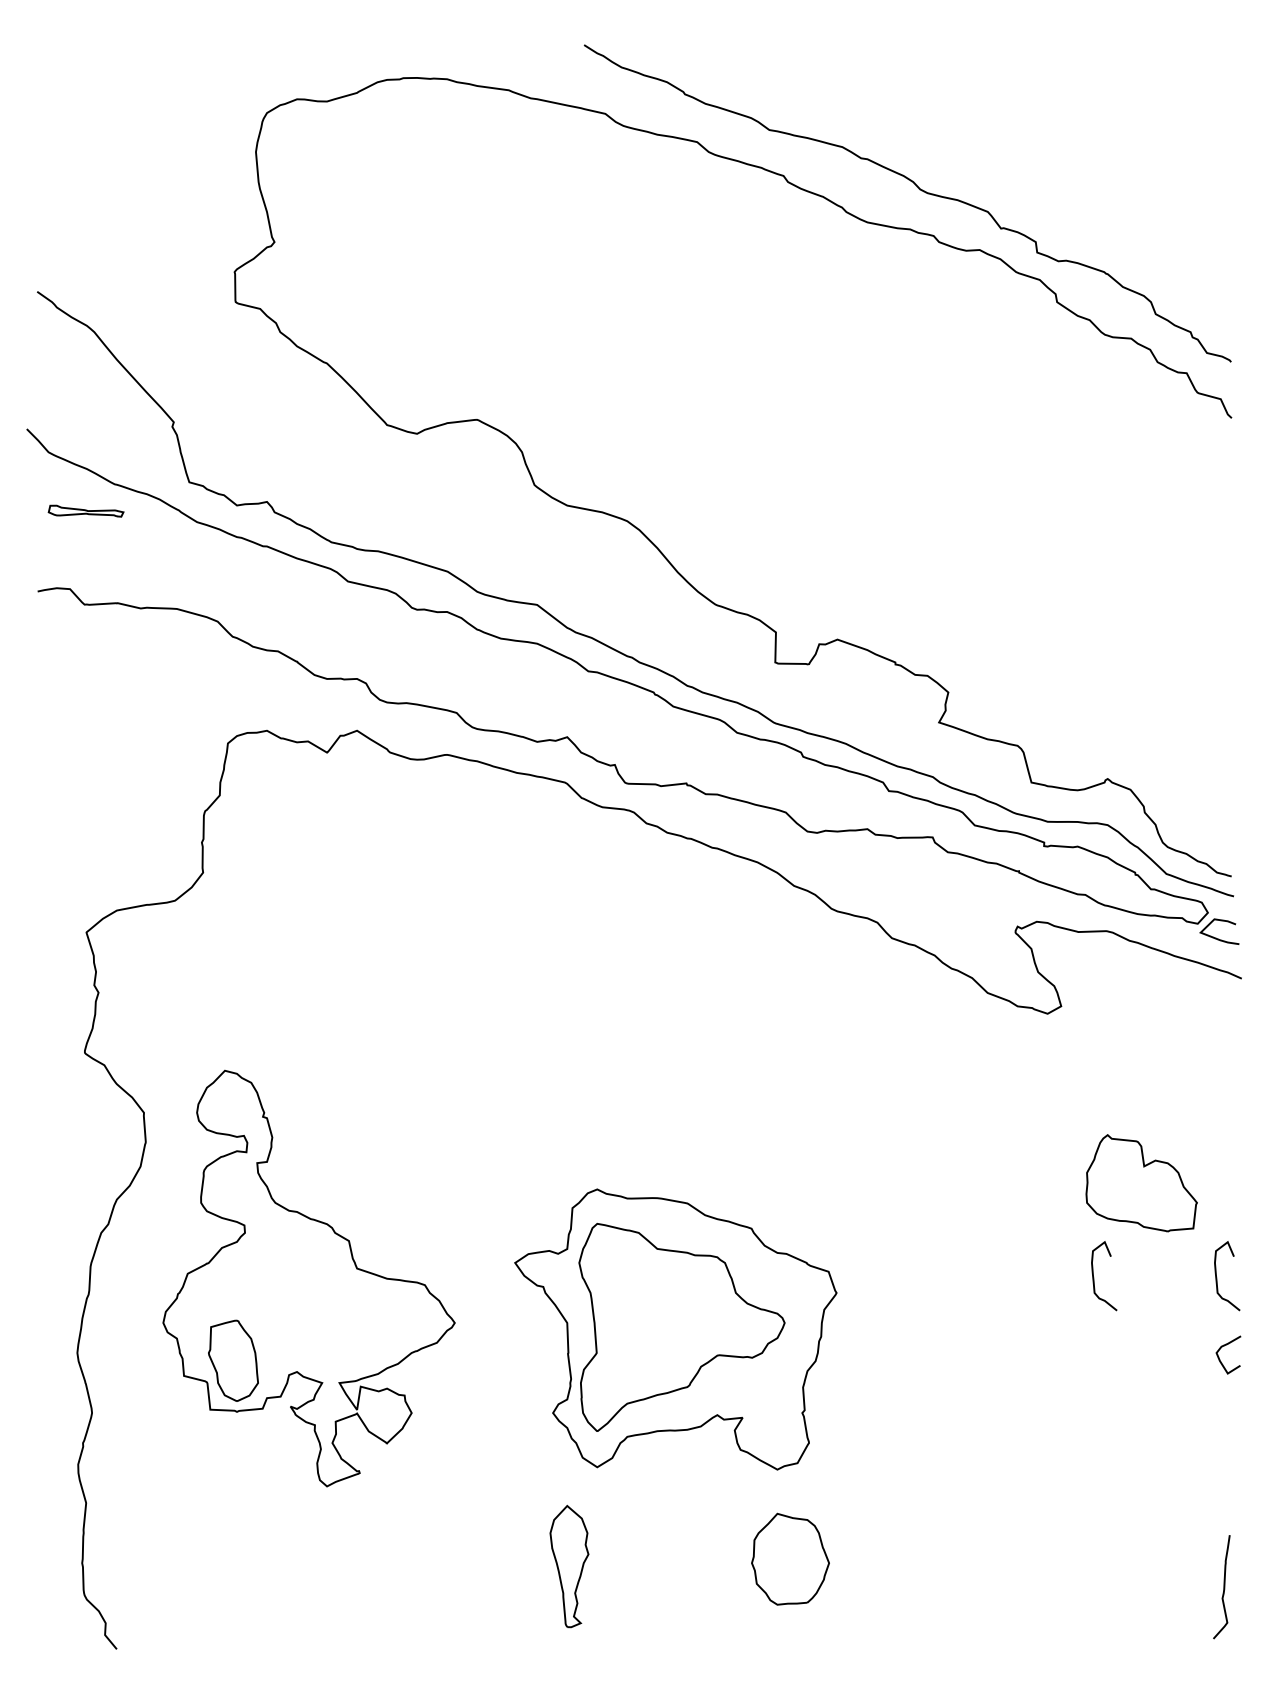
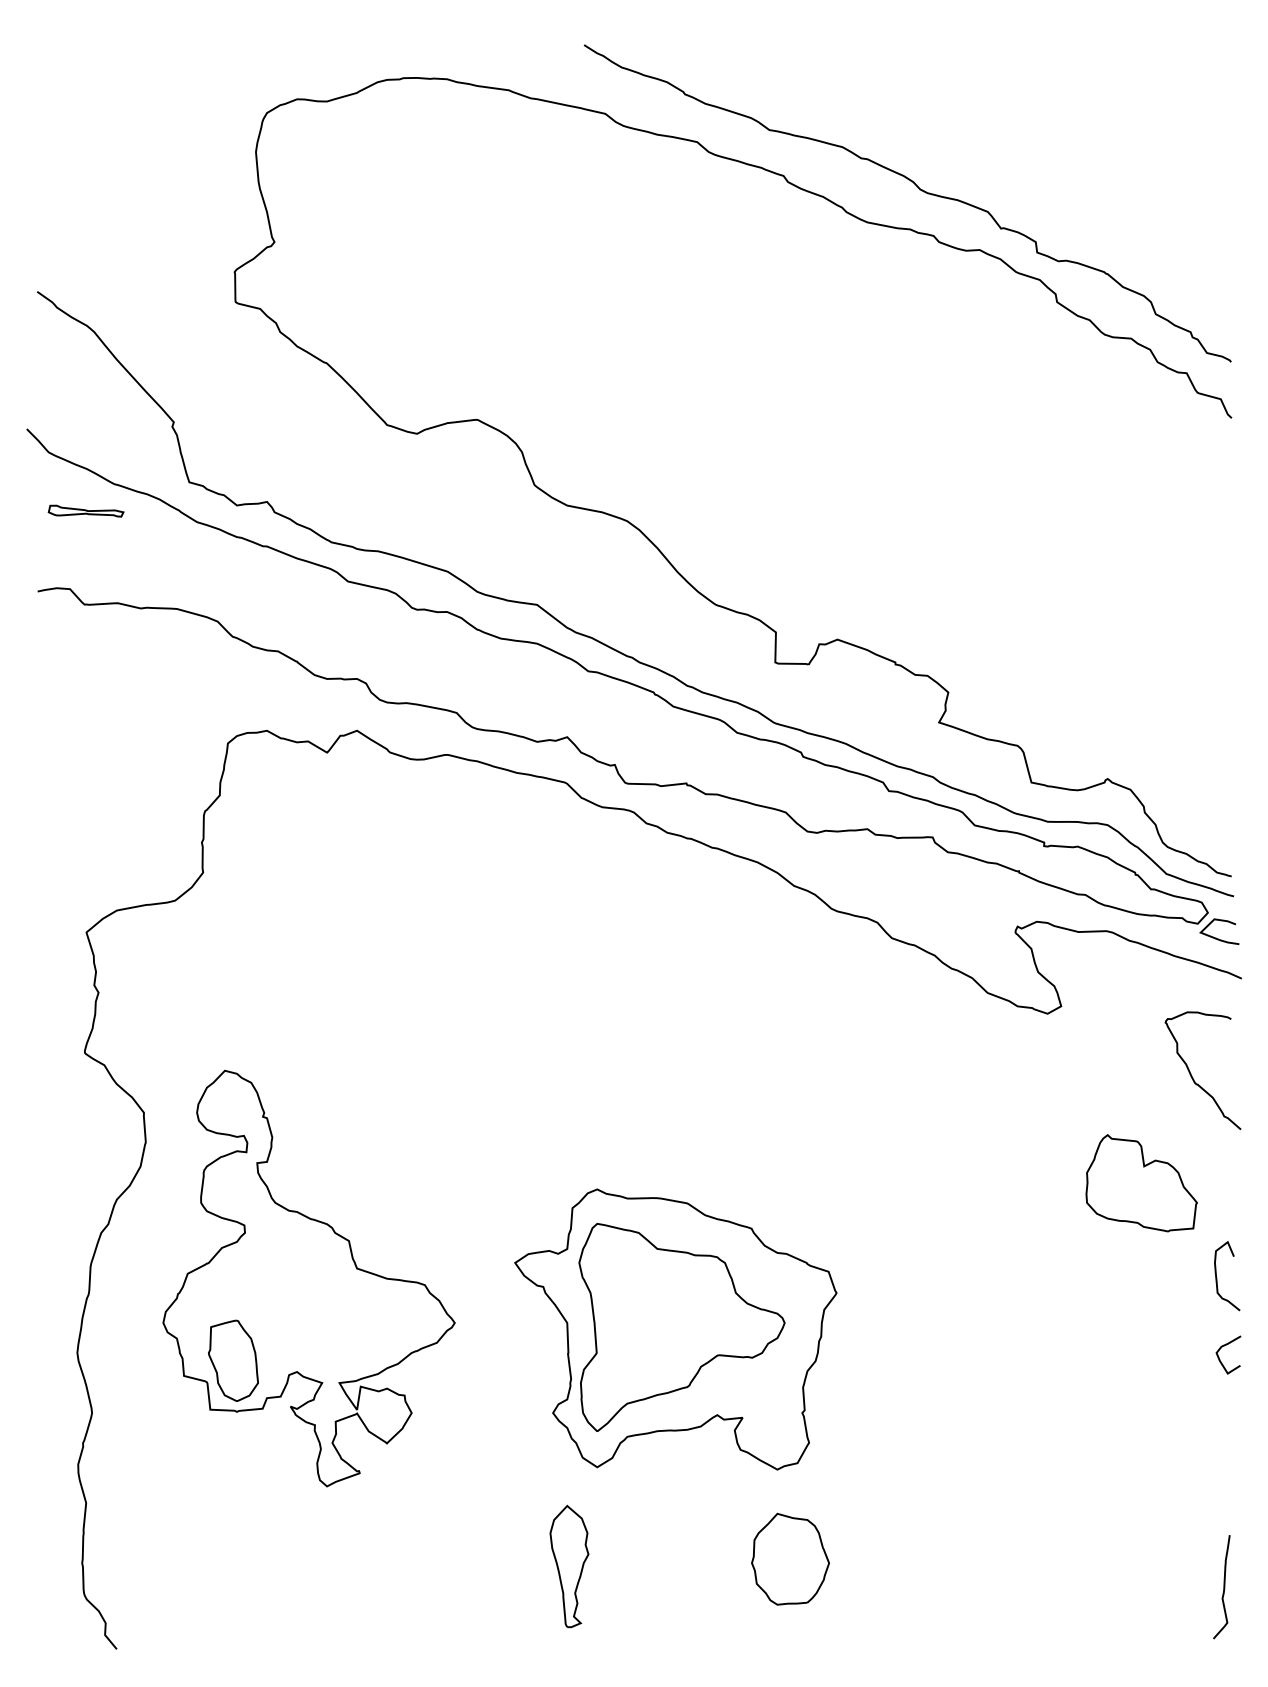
curve at (1192, 1075): none -> present
curve at (1094, 1277): present -> none
